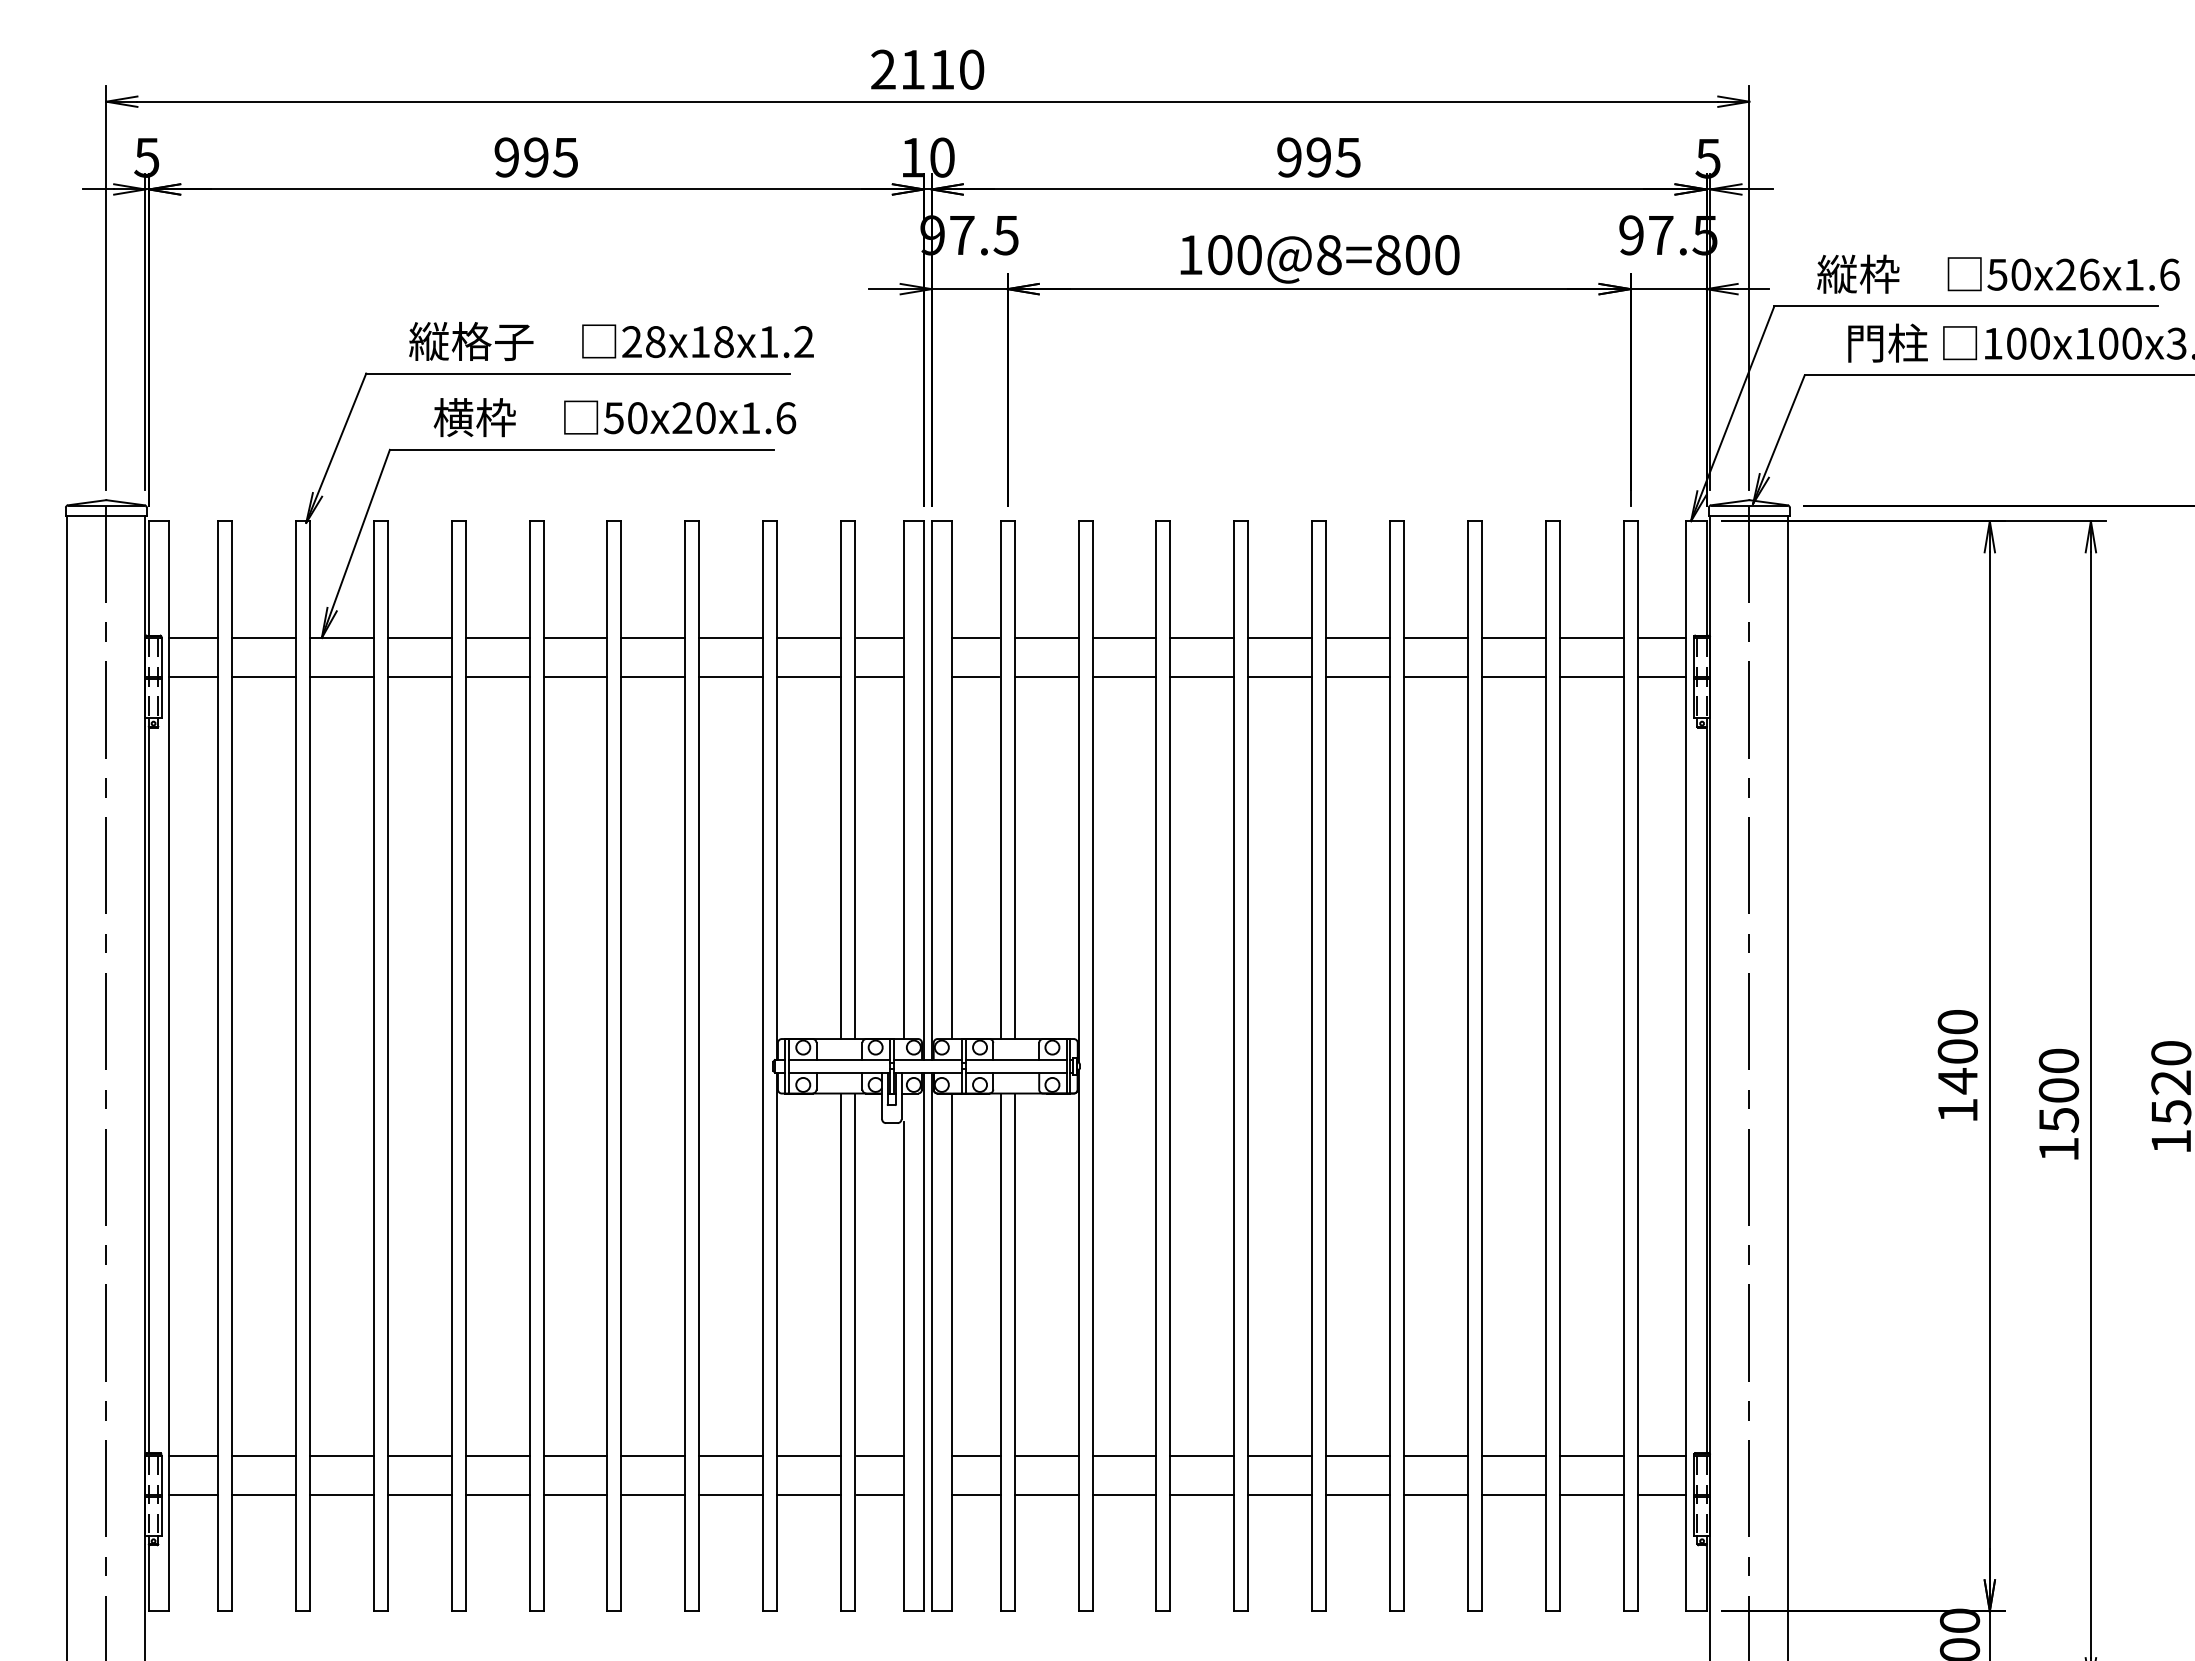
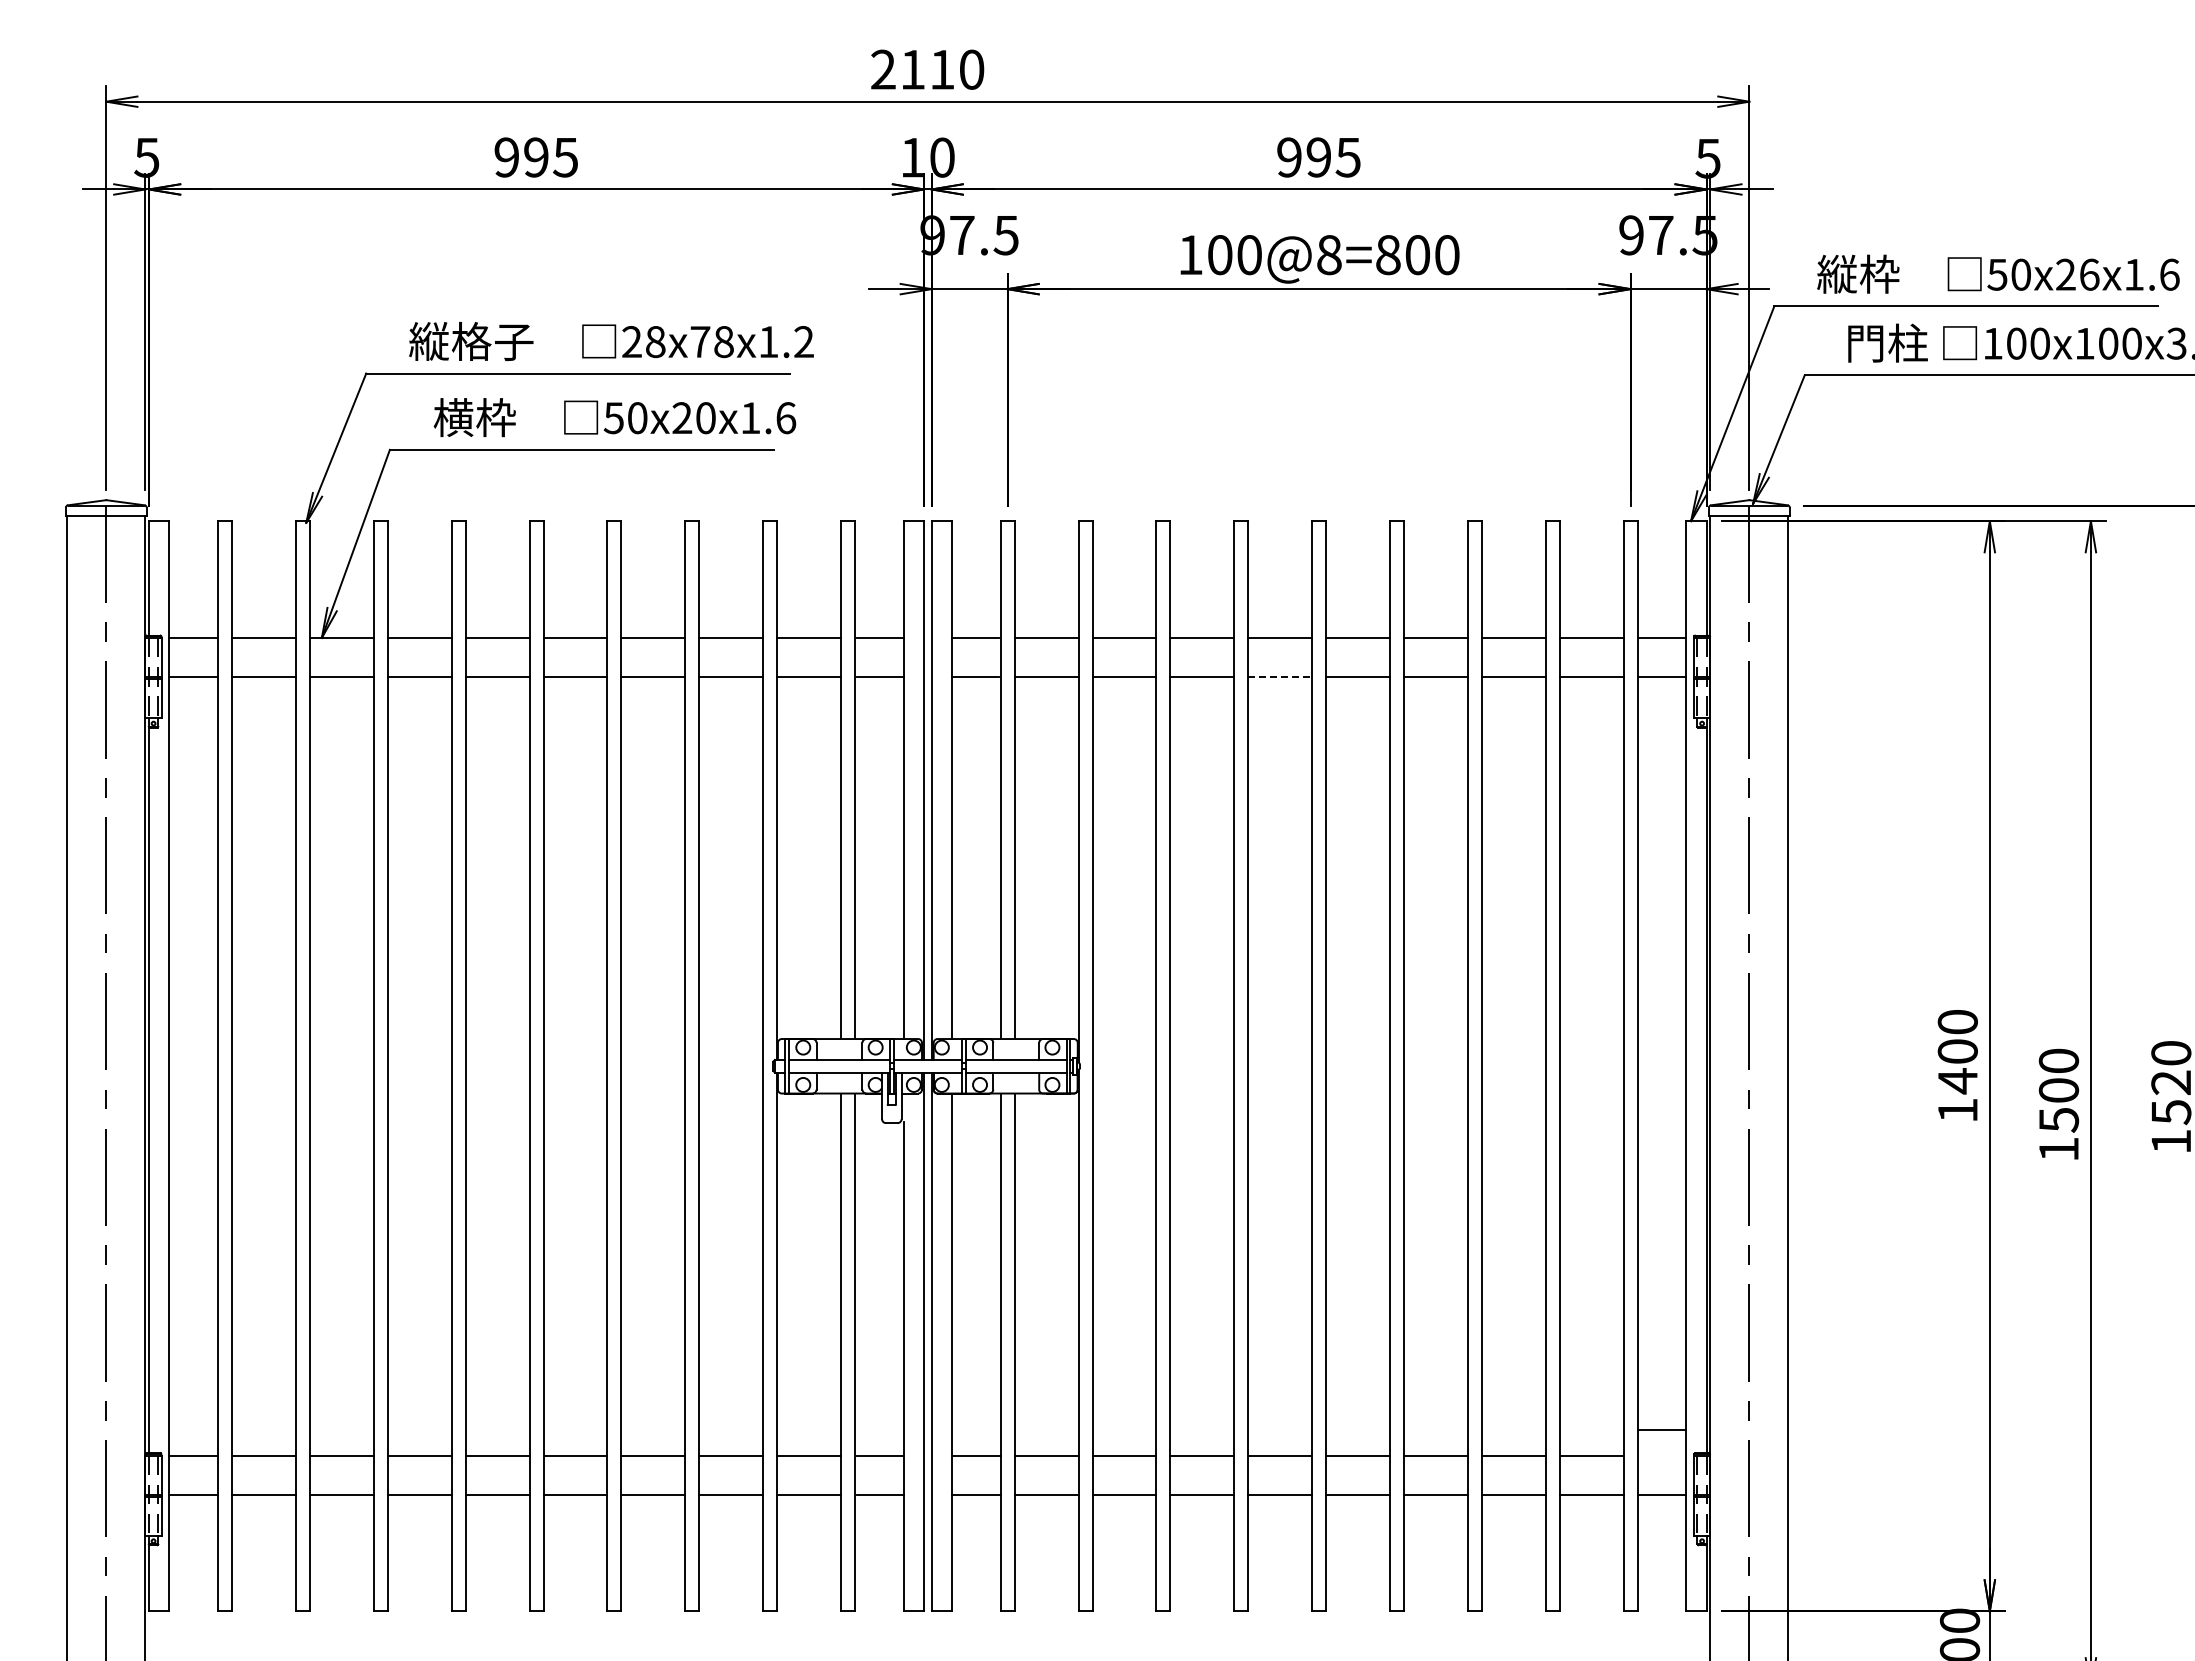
text at (700, 341): 28x18x1.2 -> 28x78x1.2
line at (1280, 676): solid -> dashed
line at (1661, 1455) position: (1661, 1455) -> (1661, 1429)
